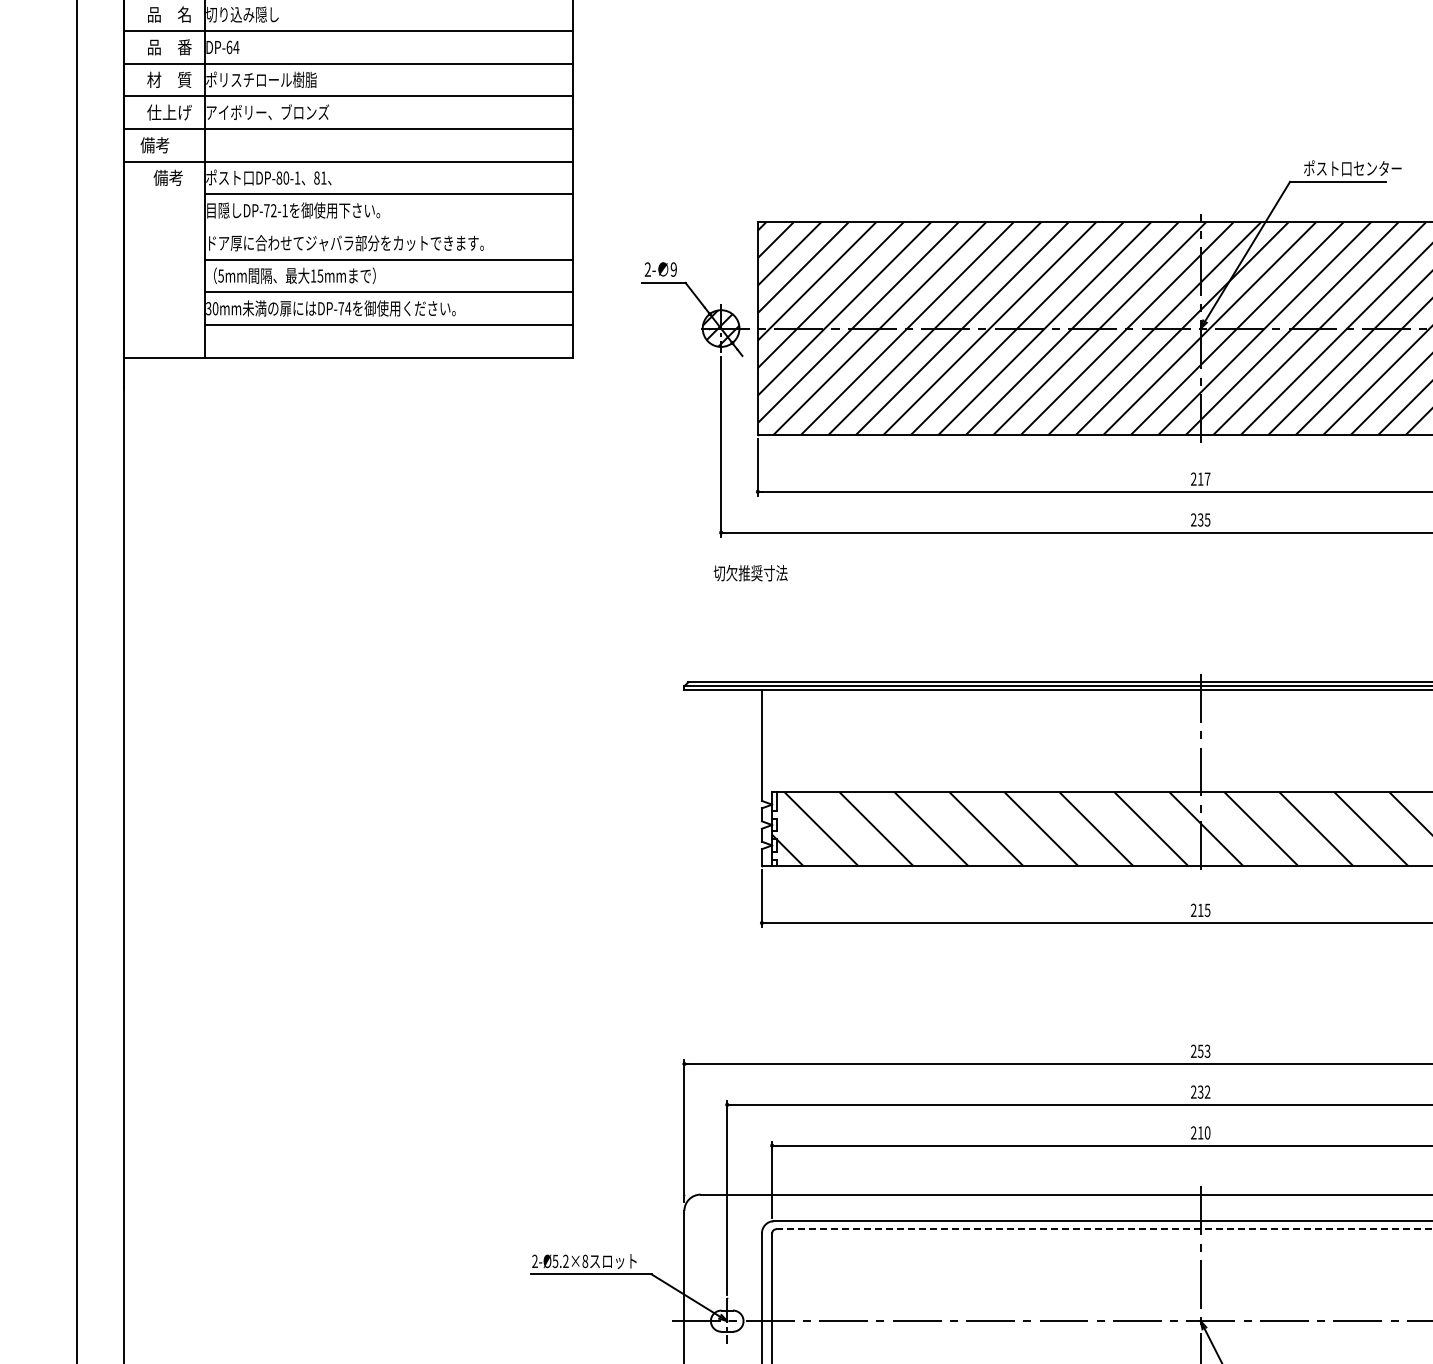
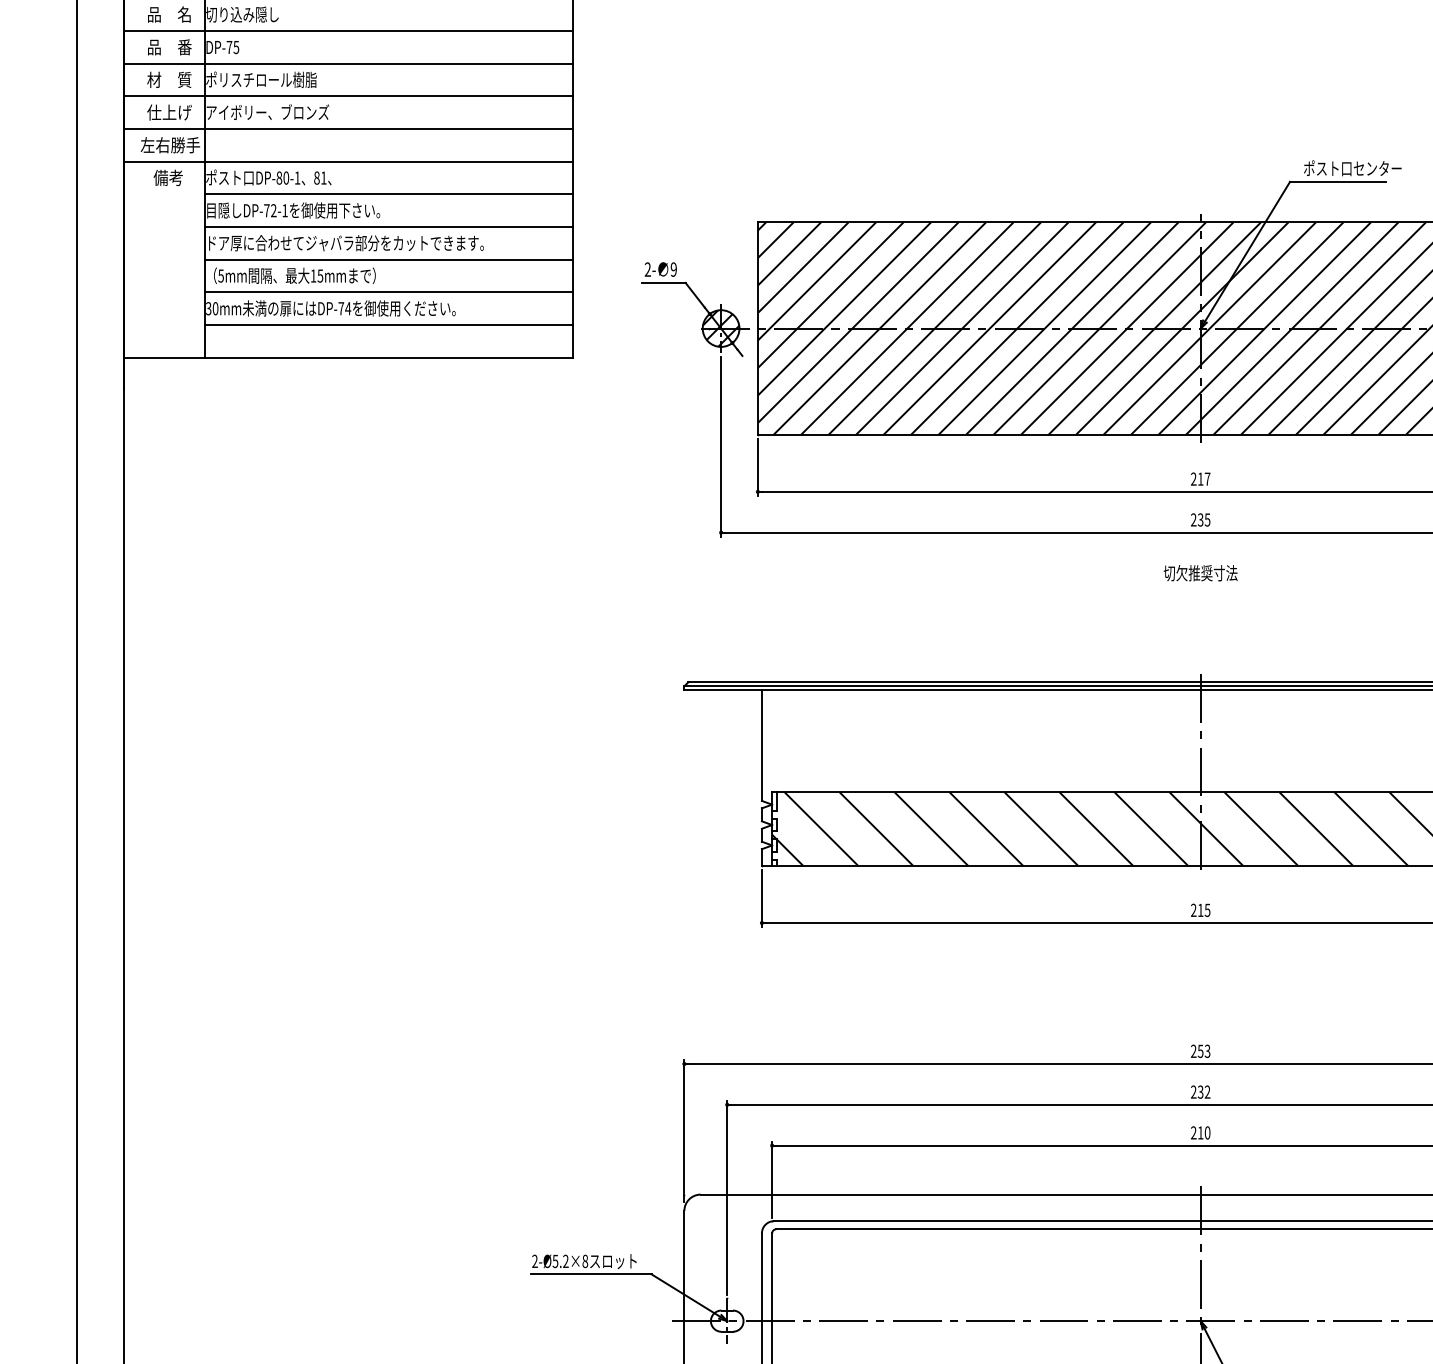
text at (232, 47): DP-64 -> DP-75
text at (170, 145): 備考 -> 左右勝手
line at (388, 227): none -> present
text at (750, 573) position: (750, 573) -> (1200, 573)
line at (1104, 1229): dashed -> solid
